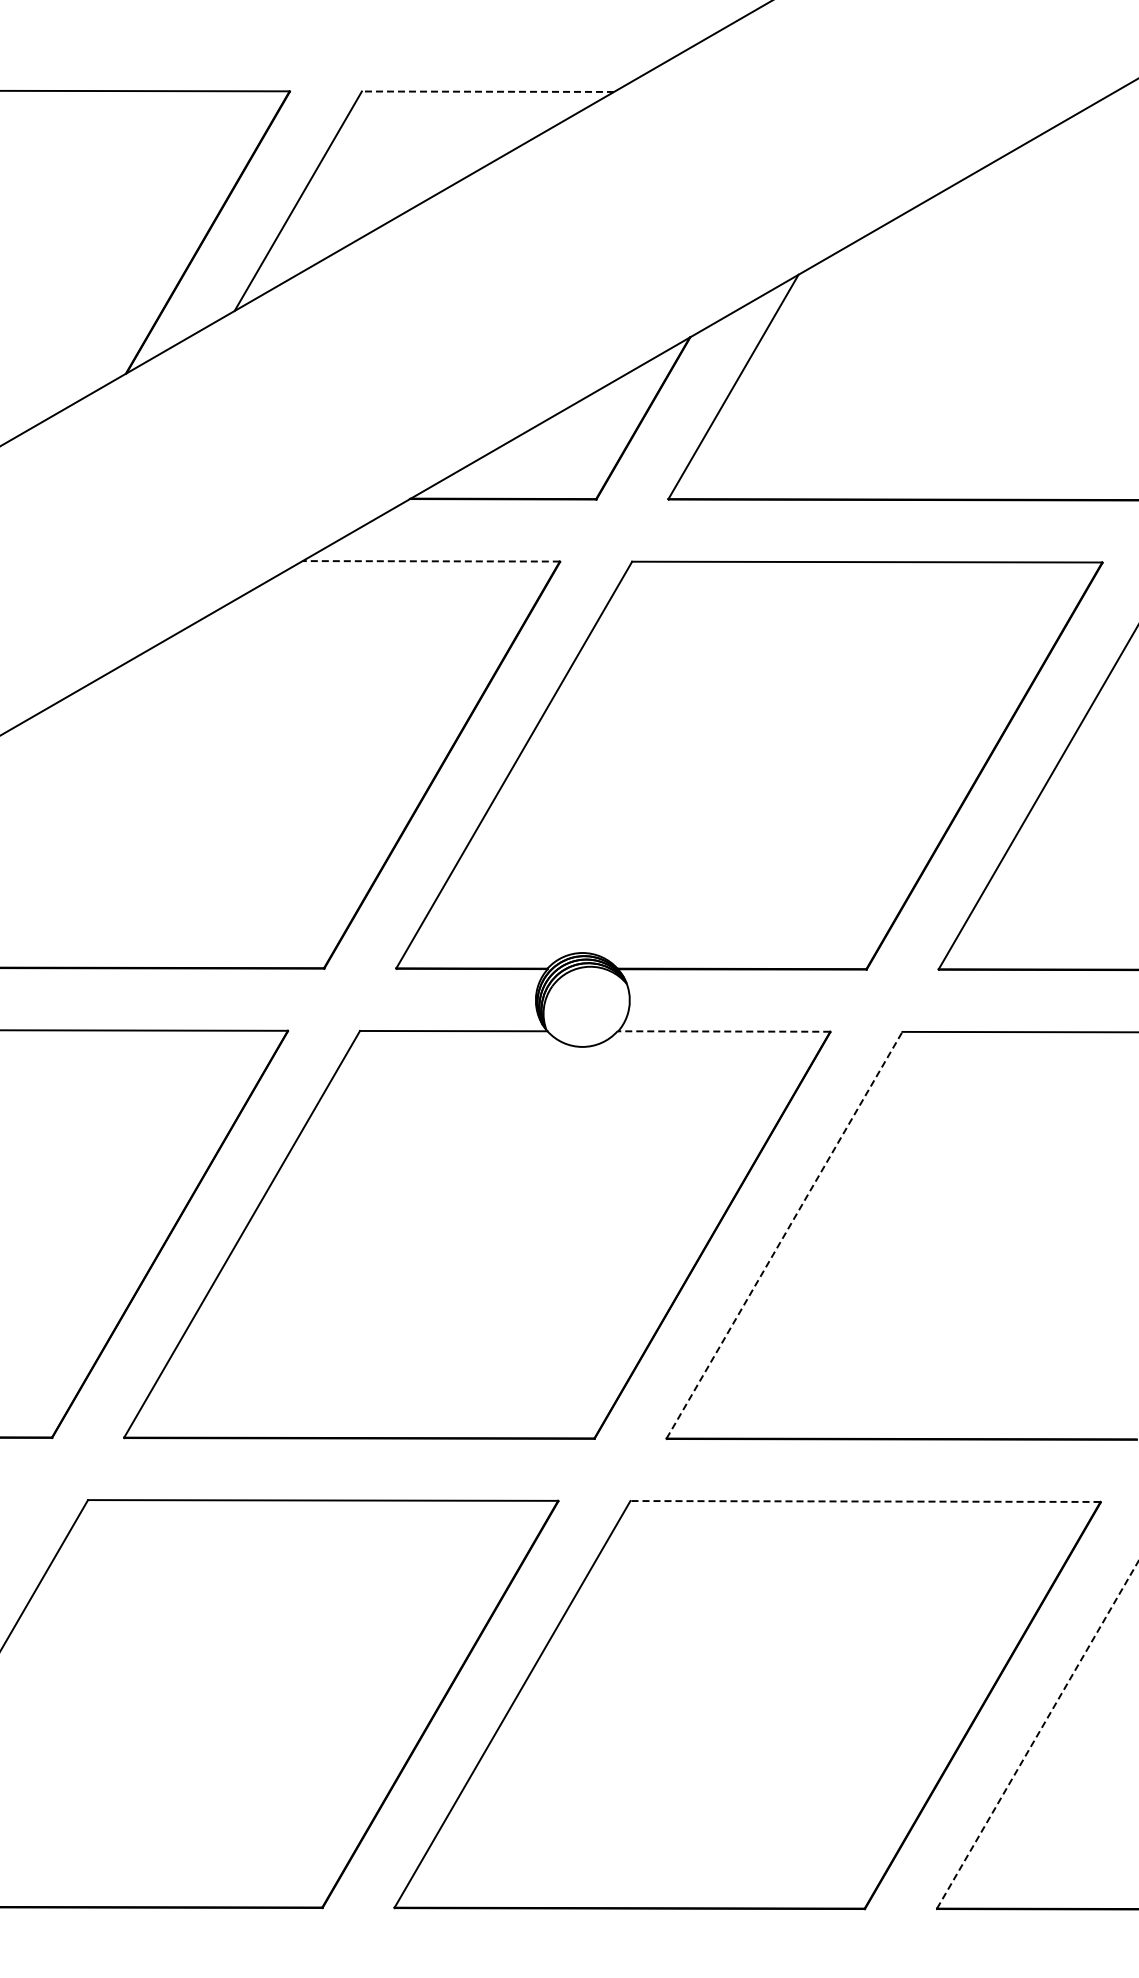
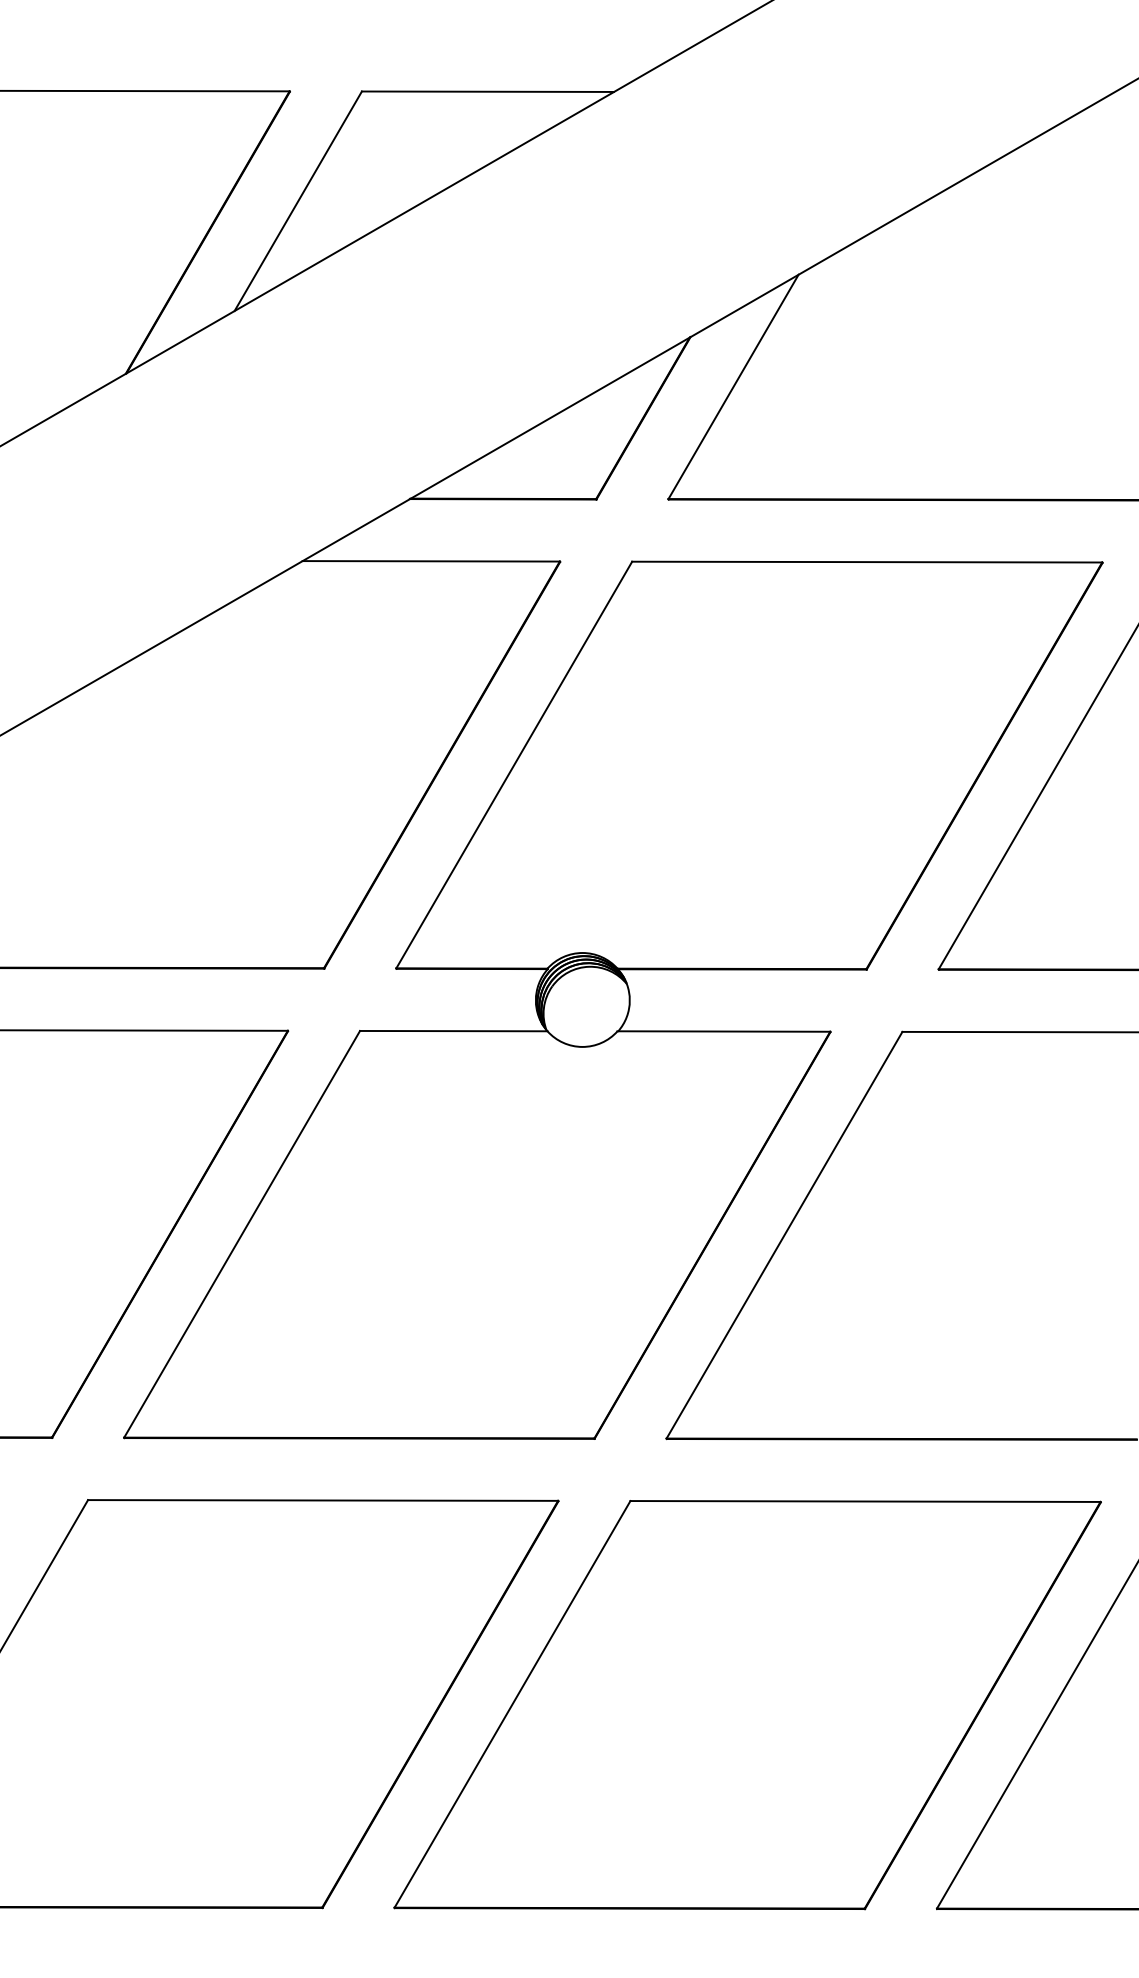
line at (487, 91): dashed -> solid
line at (431, 561): dashed -> solid
line at (723, 1031): dashed -> solid
line at (784, 1234): dashed -> solid
line at (864, 1501): dashed -> solid
line at (1038, 1734): dashed -> solid
